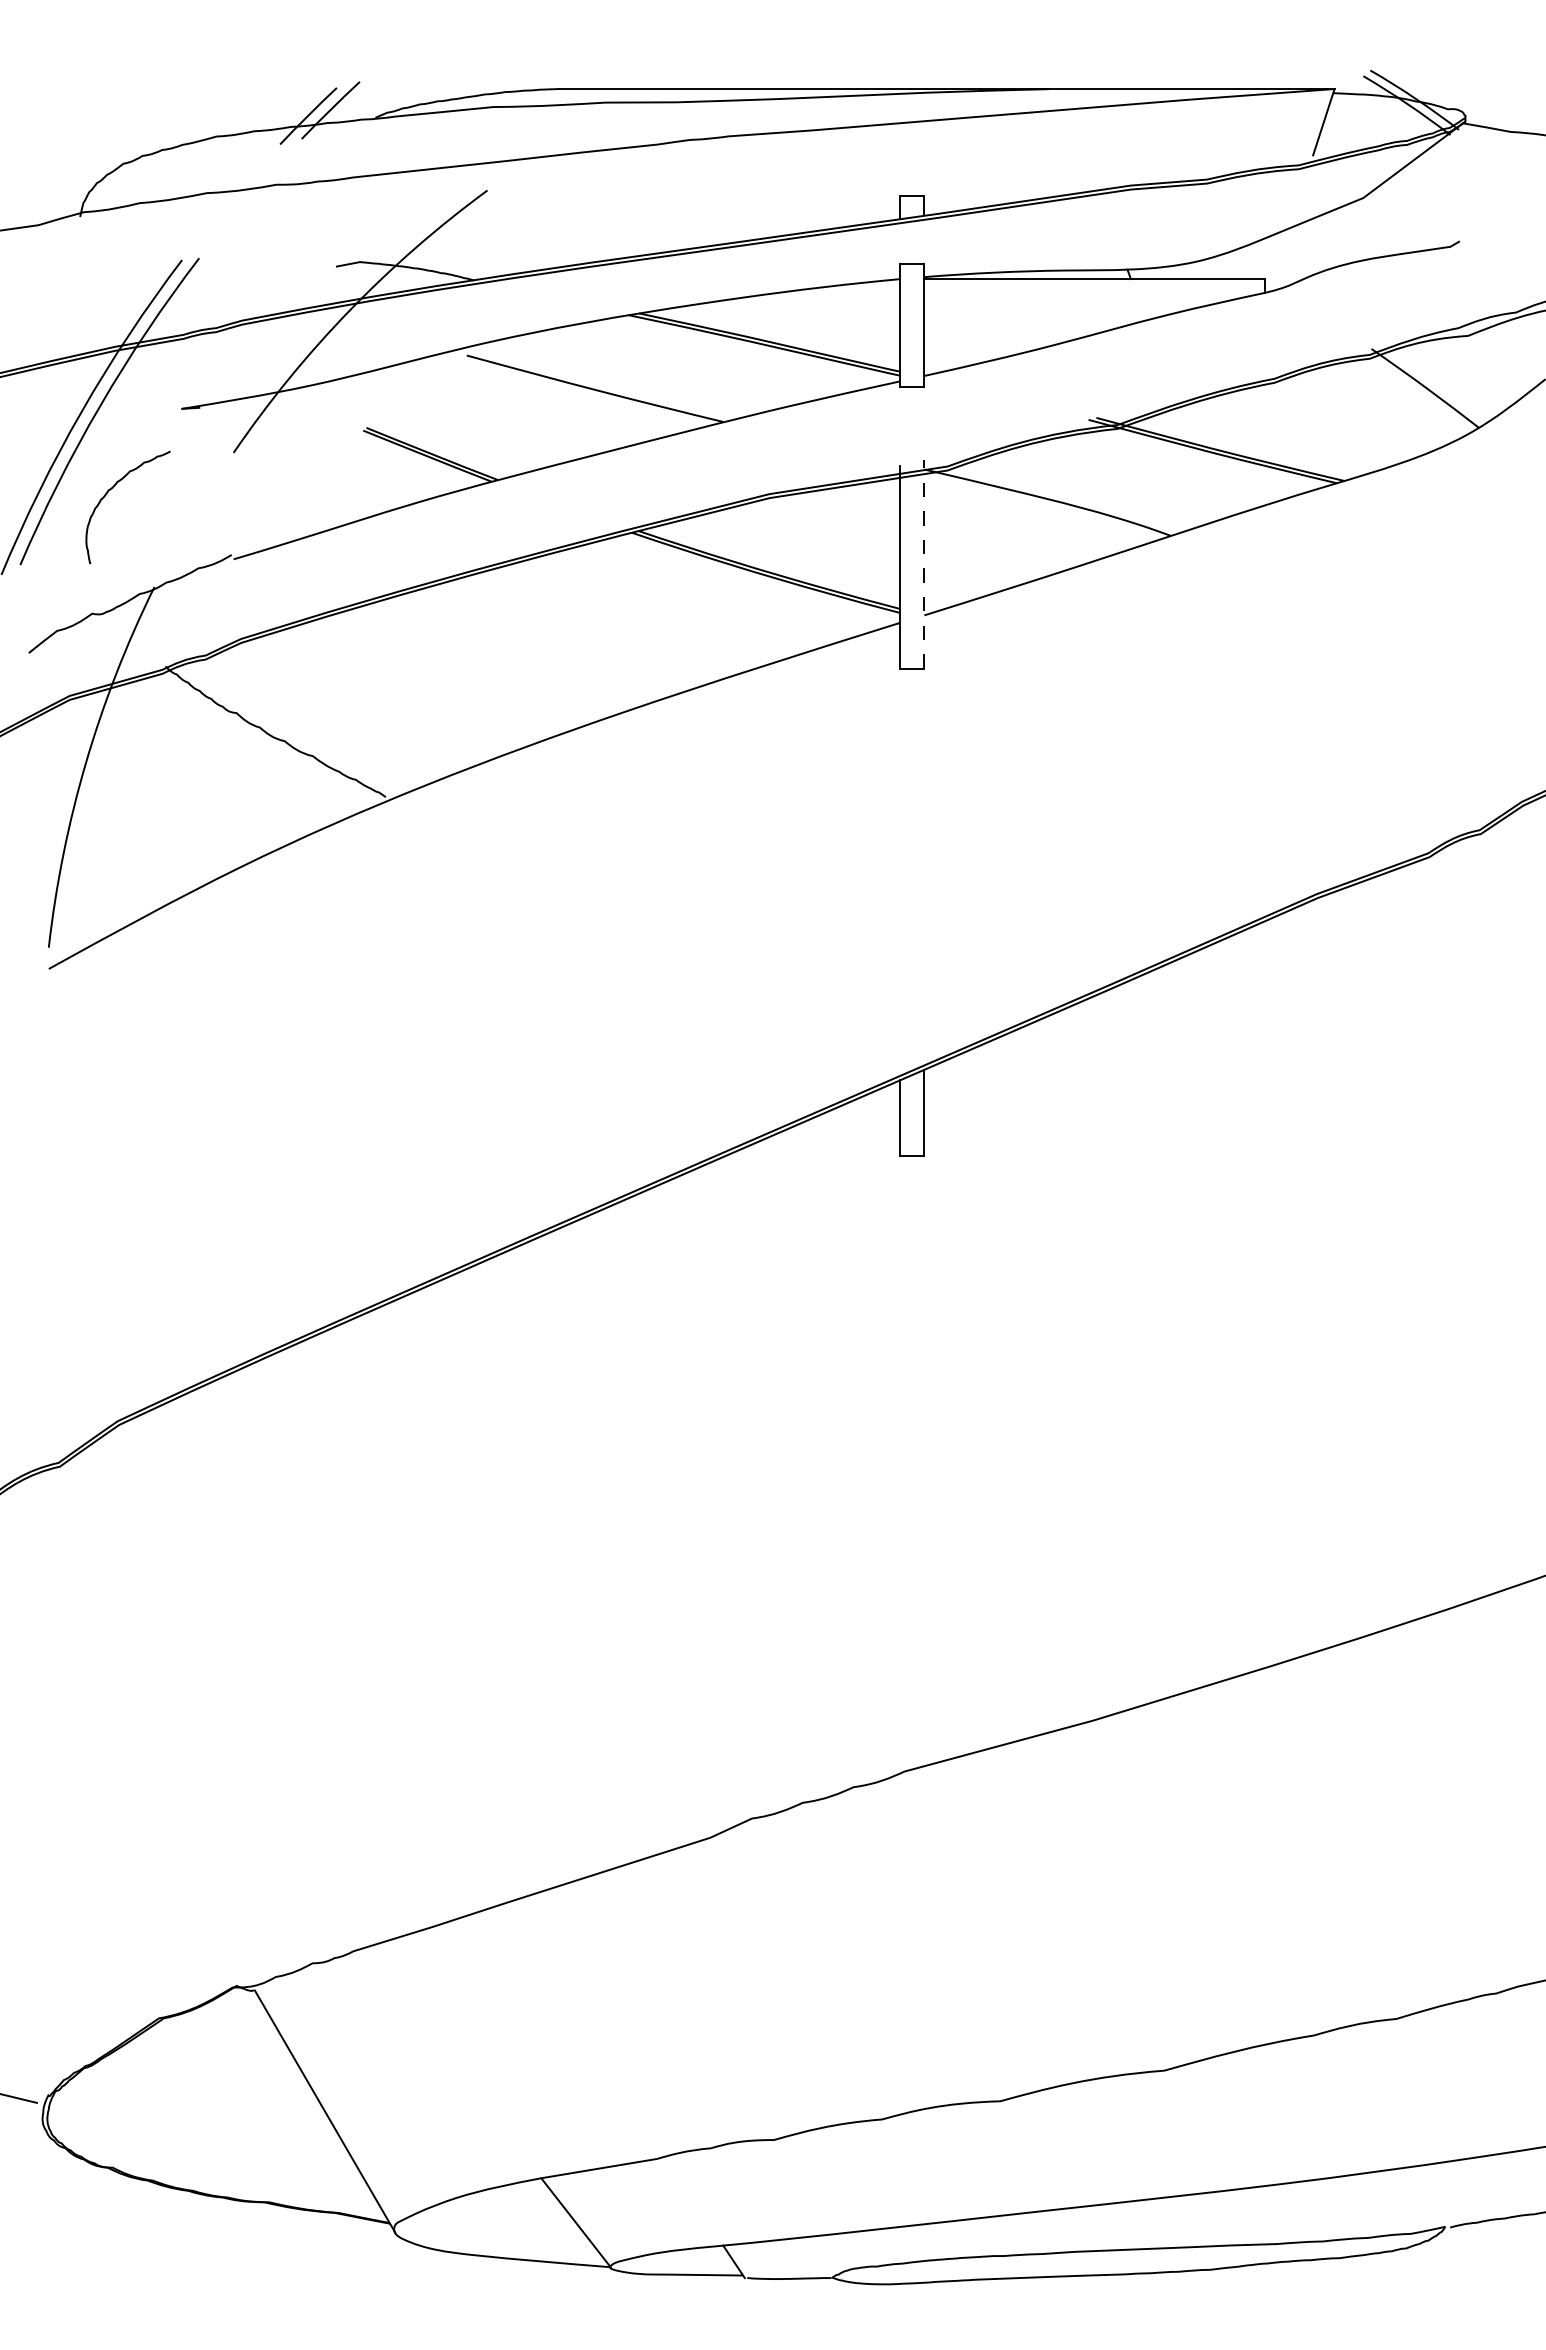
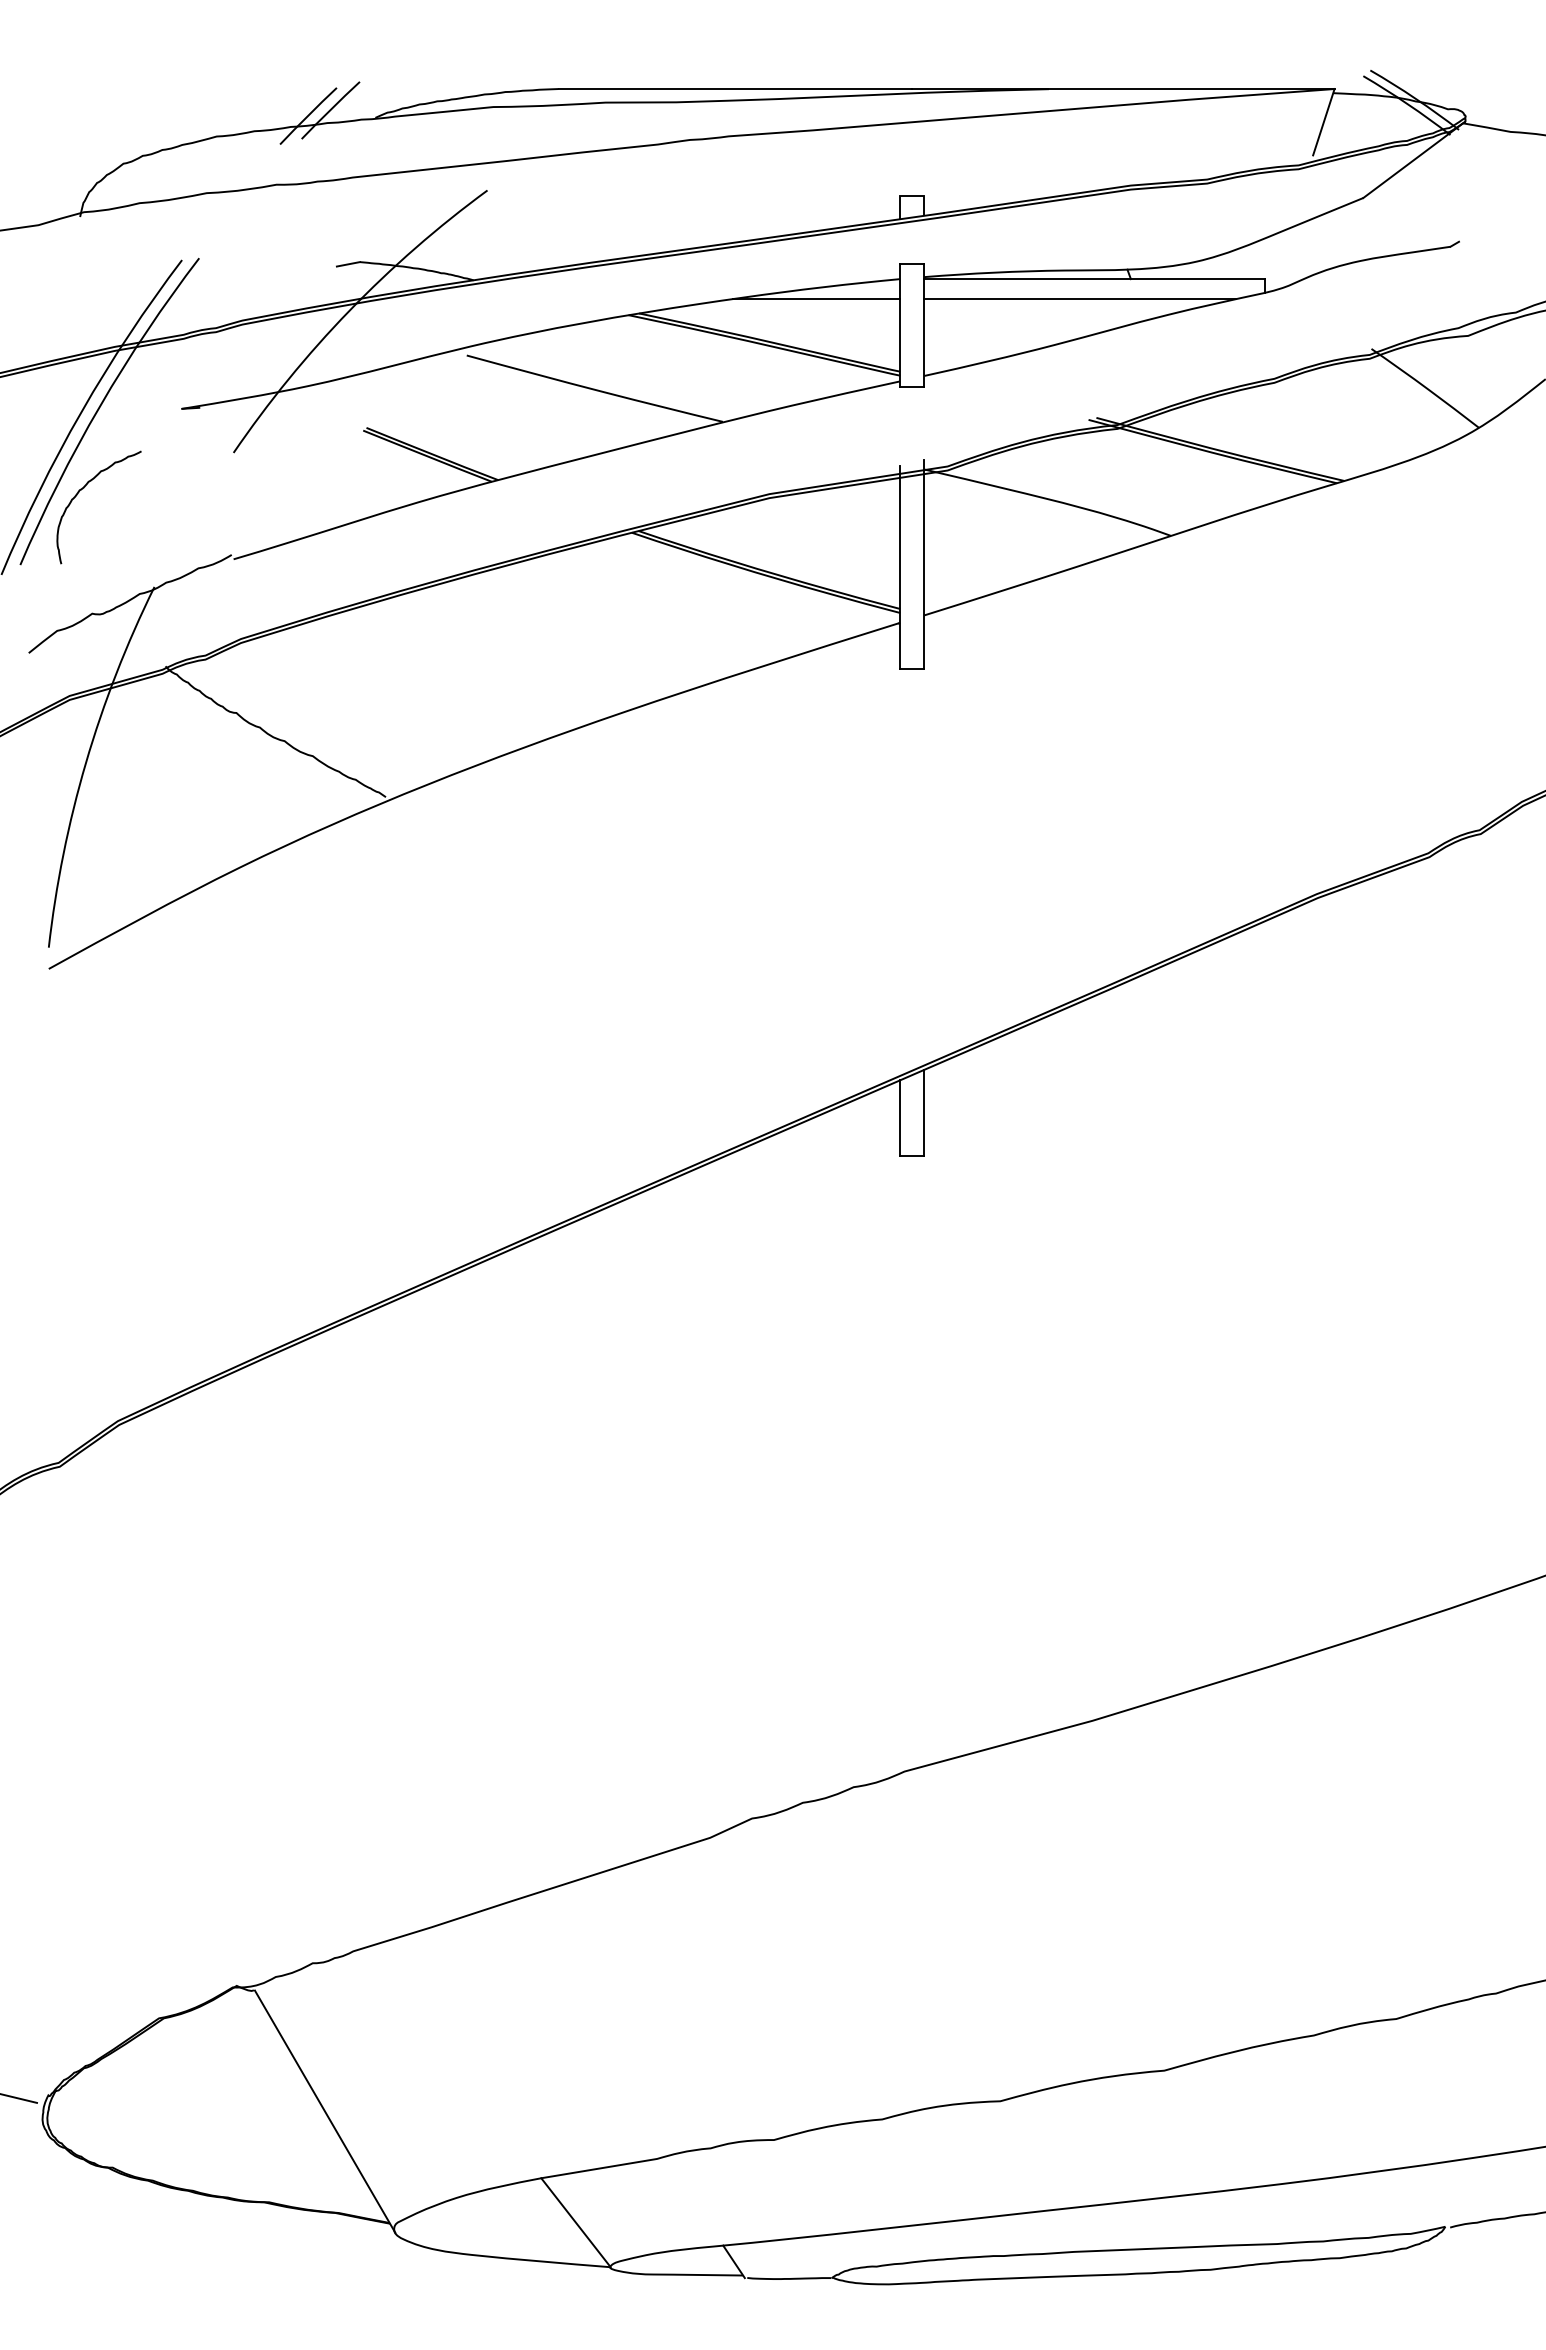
line at (816, 299): none -> present
line at (1080, 299): none -> present
curve at (113, 488) position: (113, 488) -> (84, 488)
line at (924, 563): dashed -> solid
